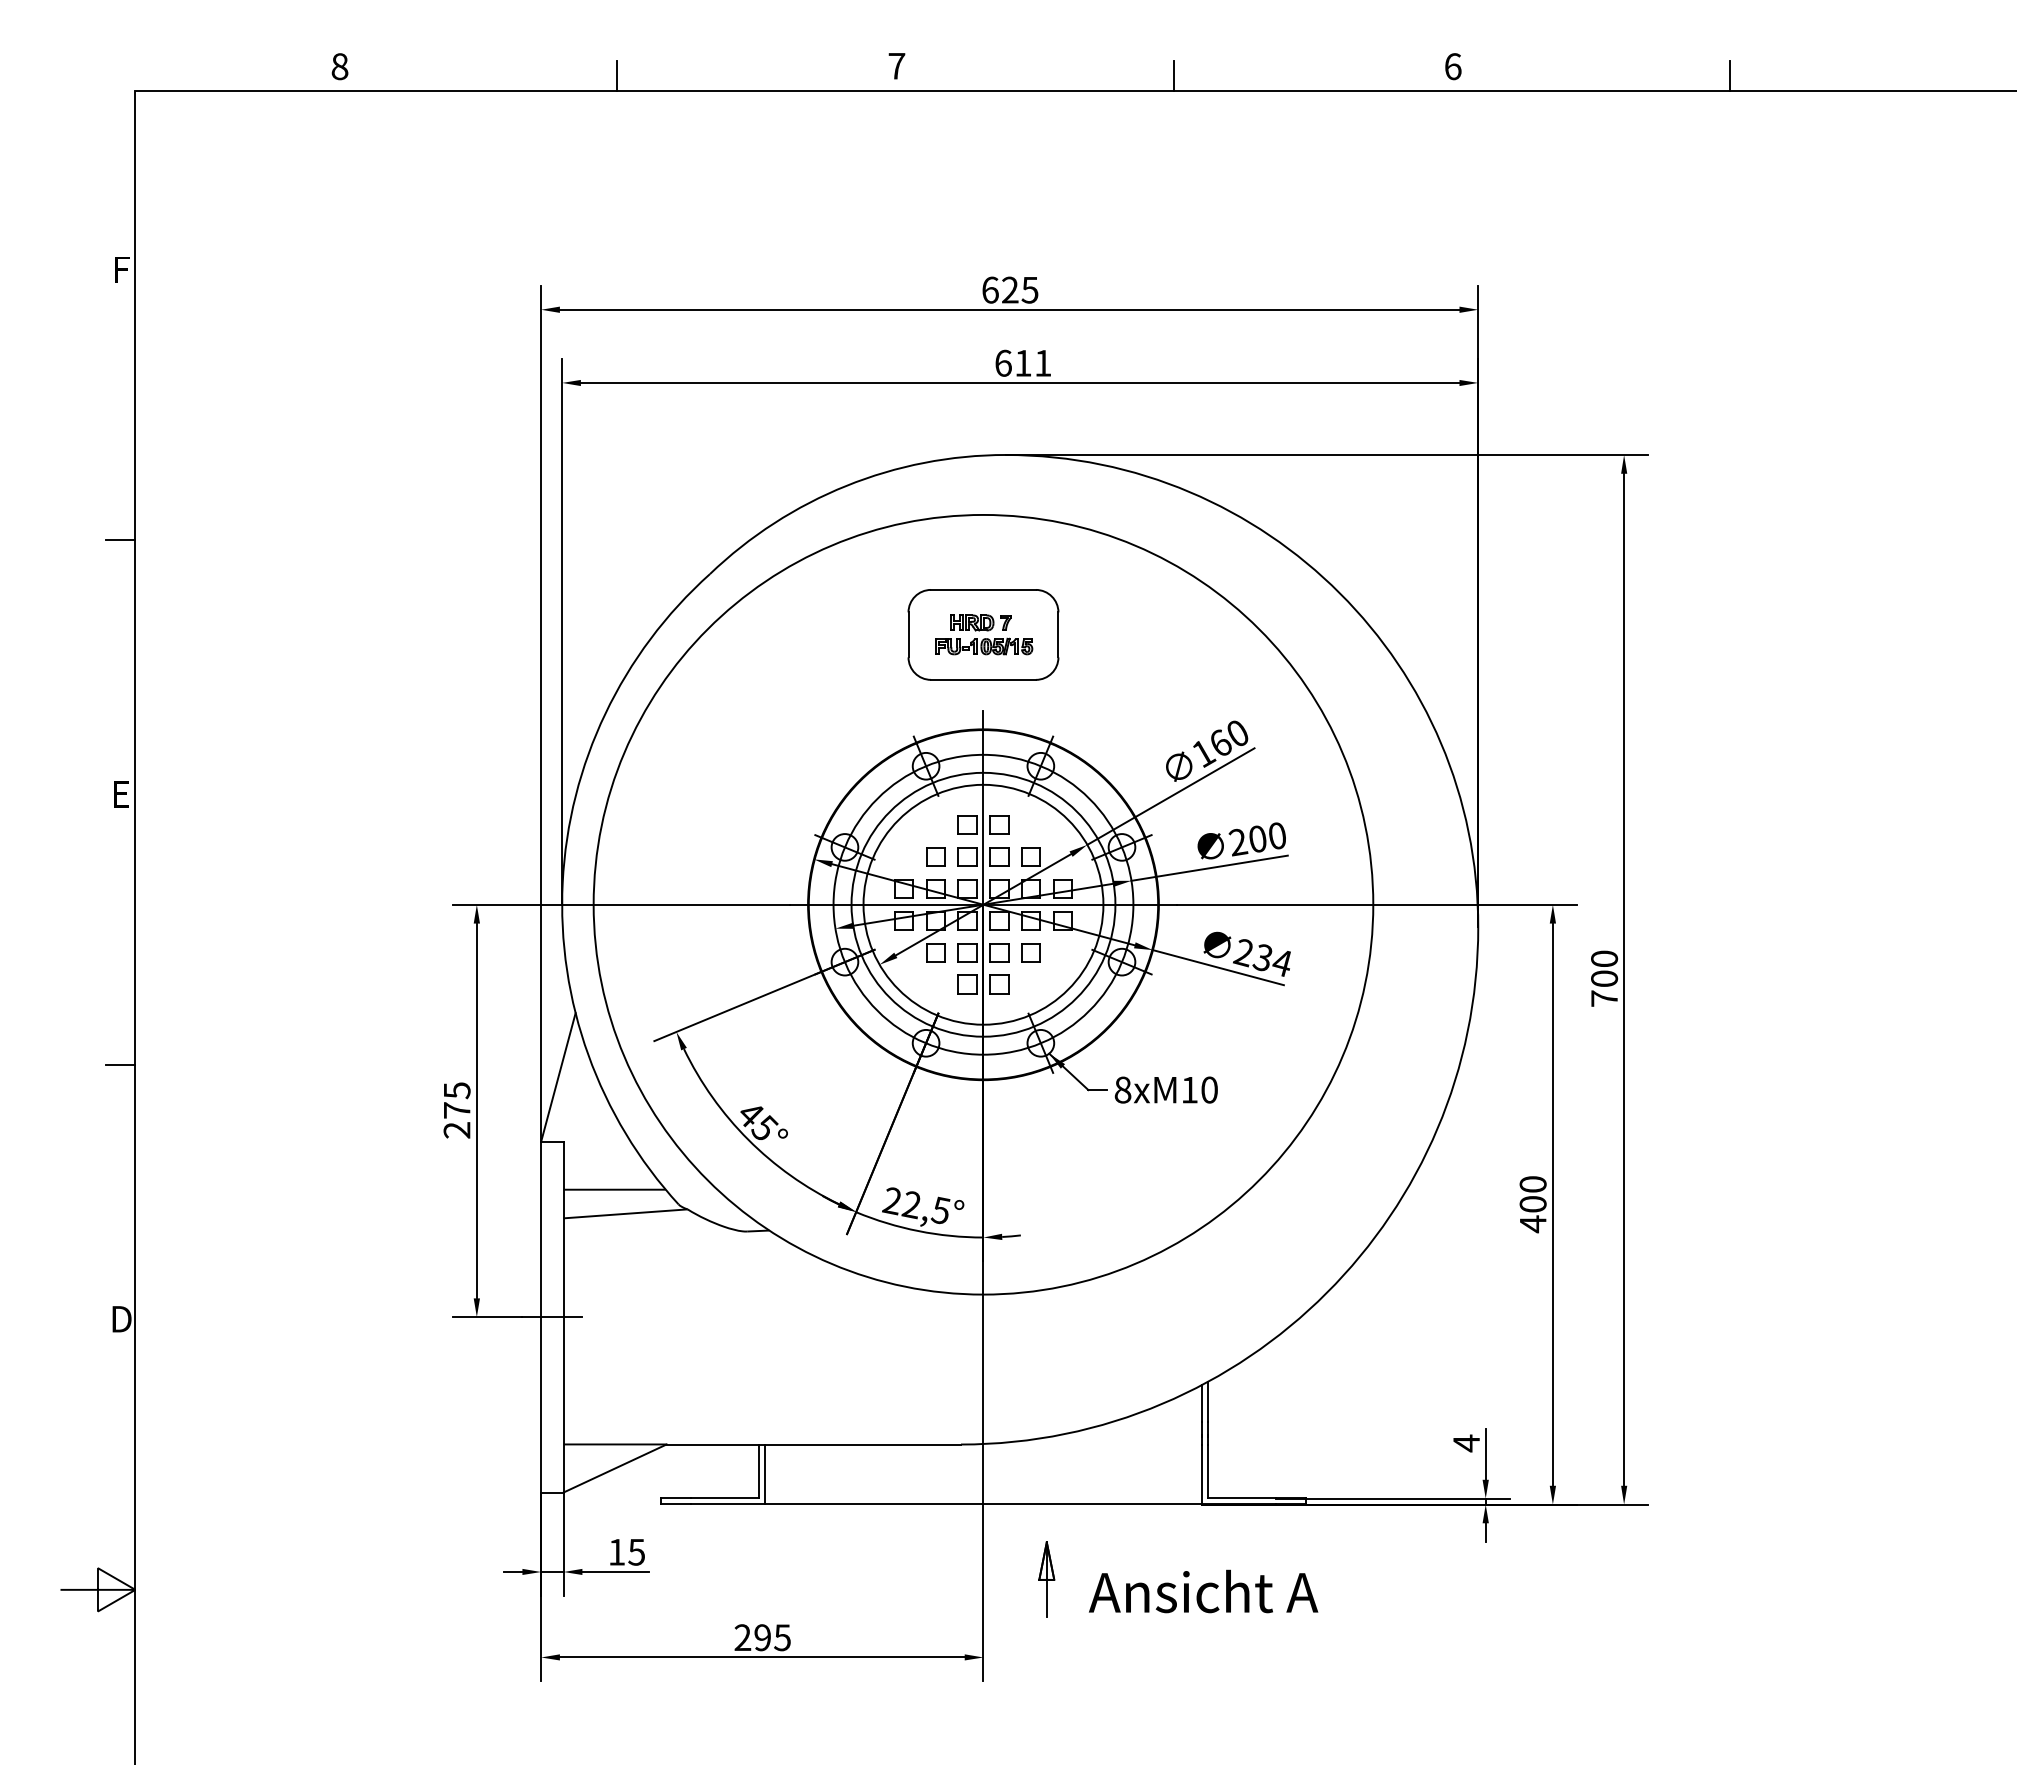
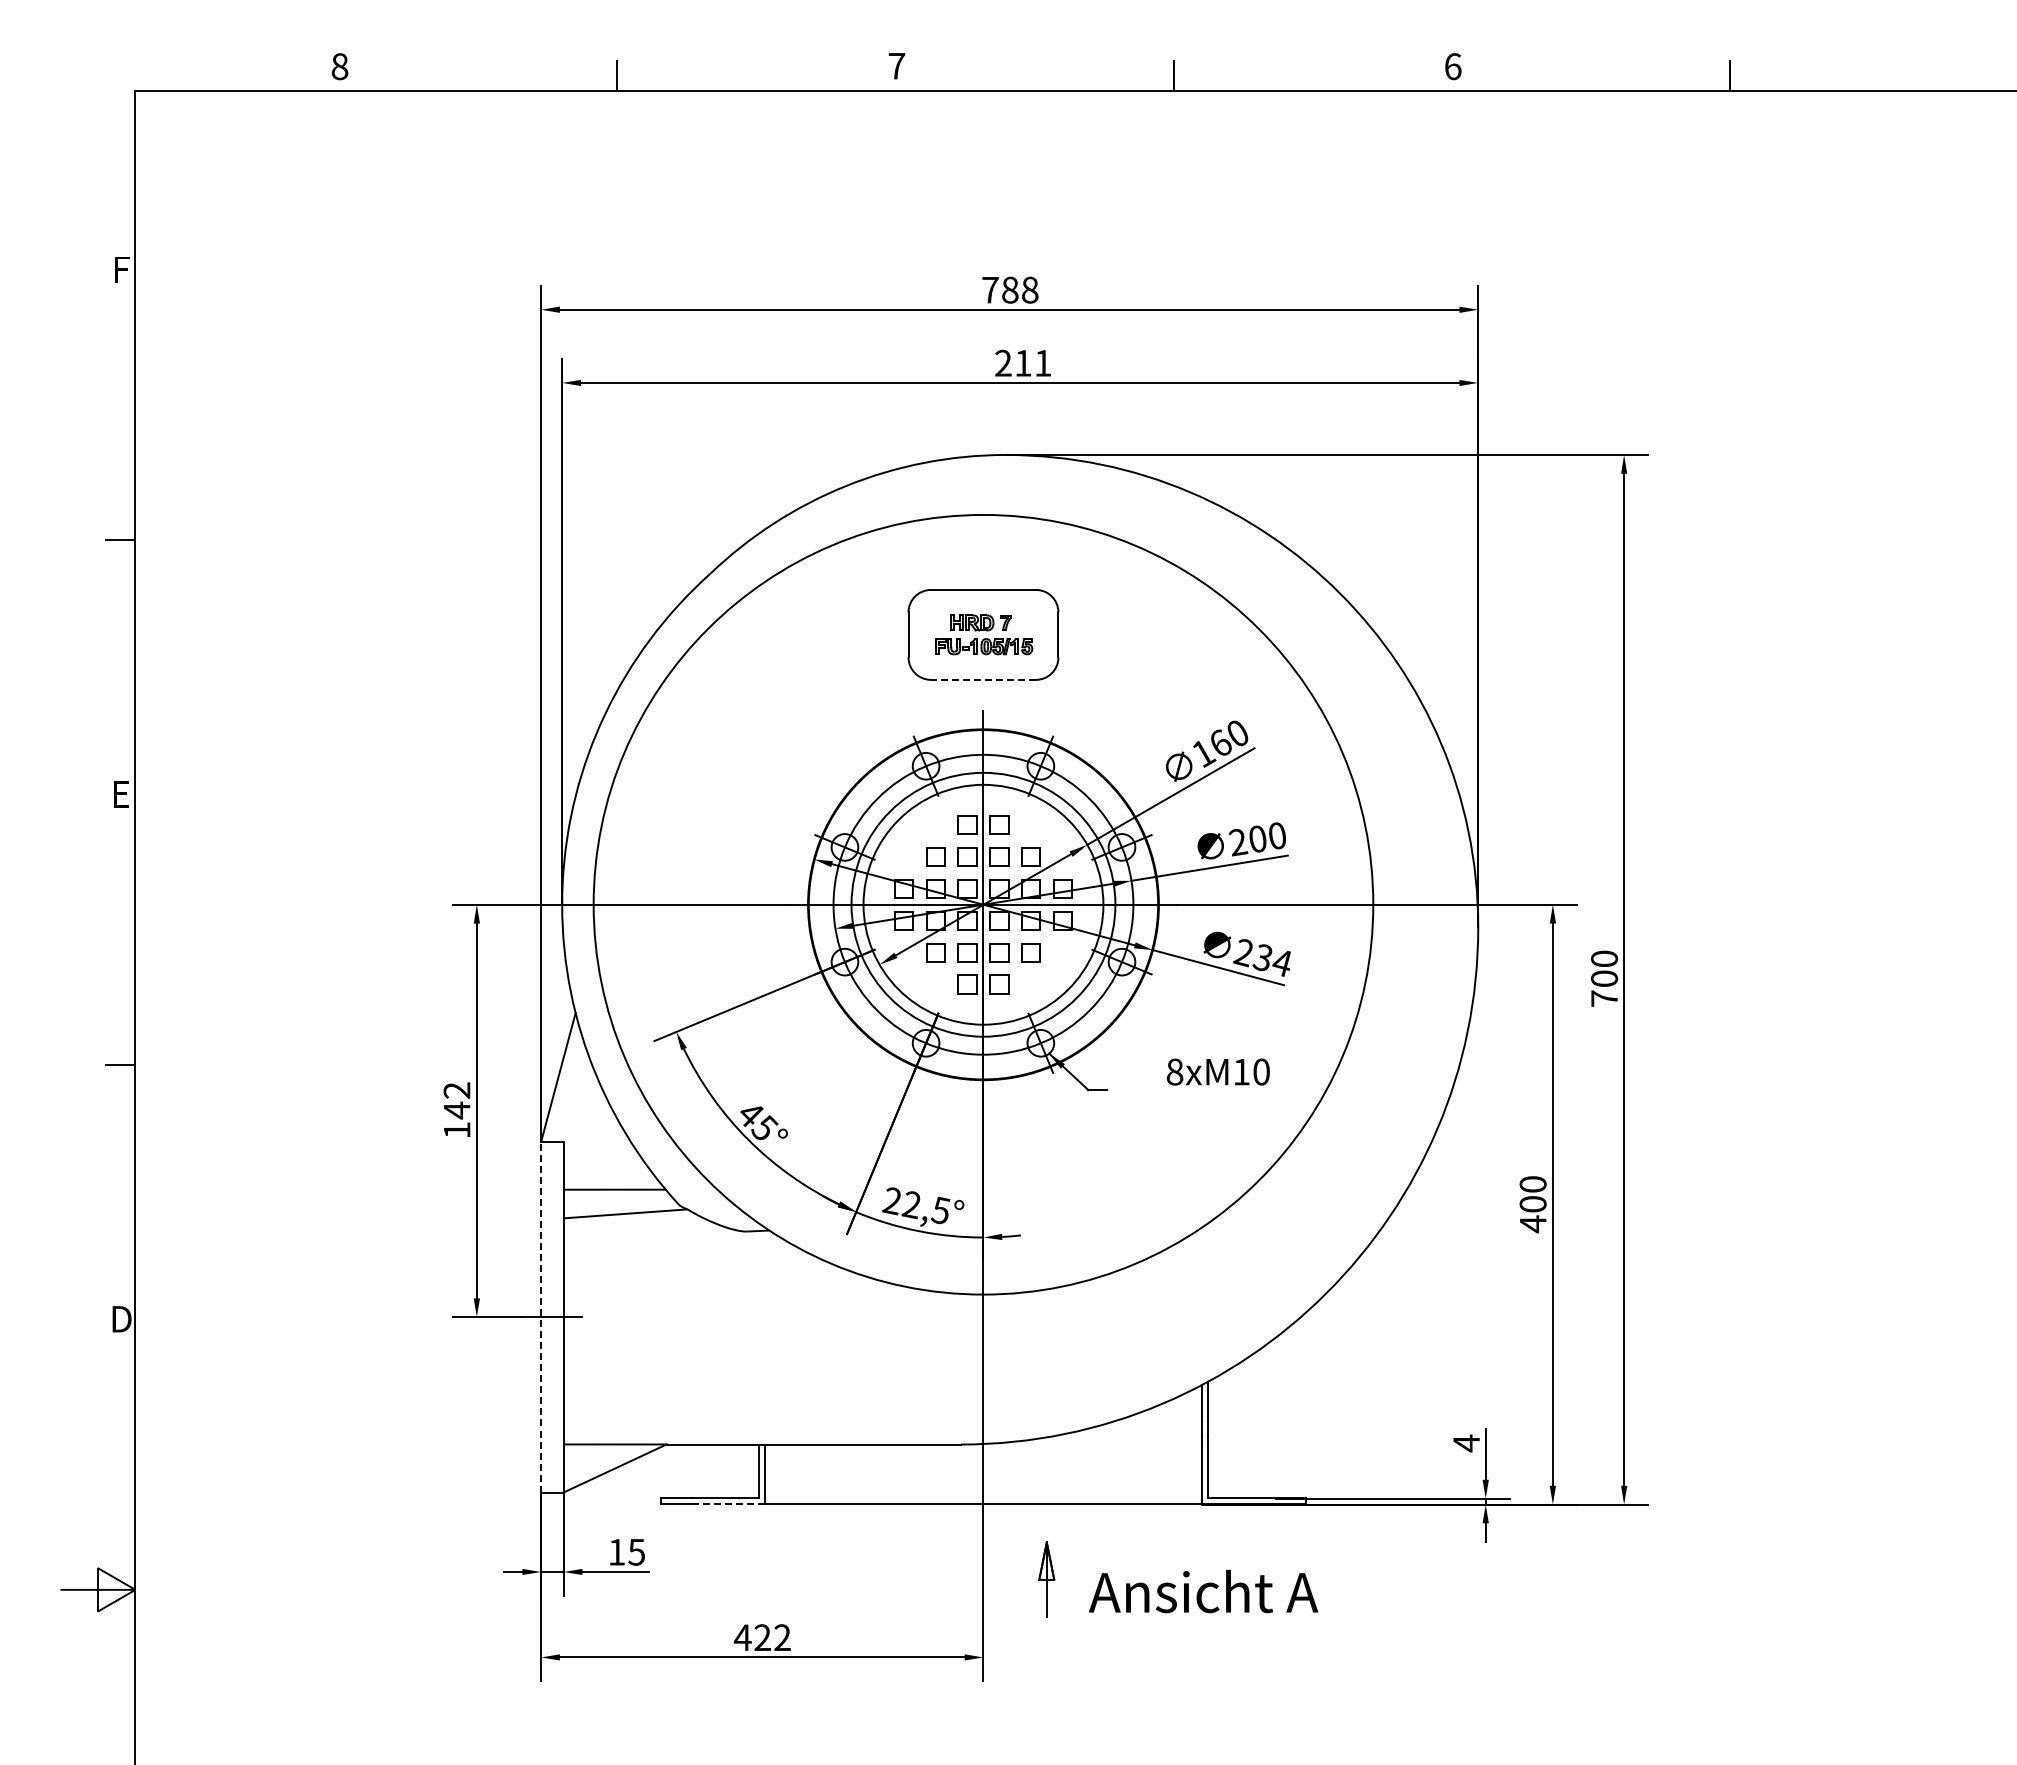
text at (1010, 289): 625 -> 788
text at (1003, 362): 611 -> 211
line at (982, 679): solid -> dashed
text at (1165, 1089) position: (1165, 1089) -> (1217, 1071)
text at (456, 1110): 275 -> 142
line at (541, 1316): solid -> dashed
line at (727, 1504): solid -> dashed
text at (761, 1637): 295 -> 422
